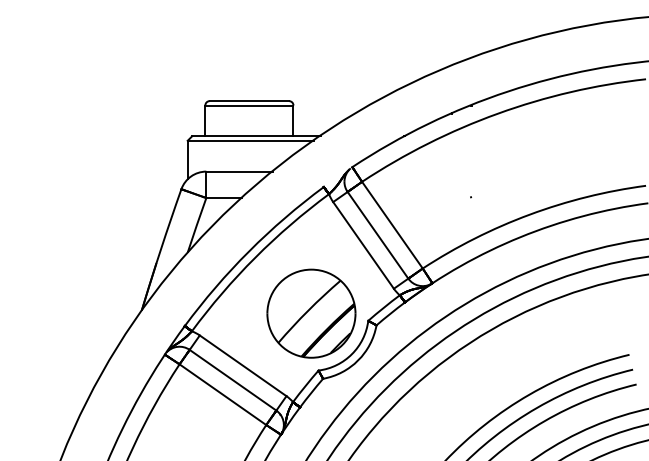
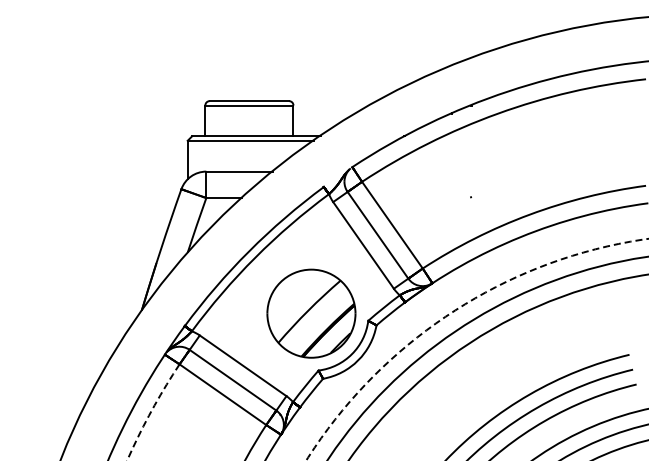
arc at (452, 312): solid -> dashed
arc at (151, 411): solid -> dashed
